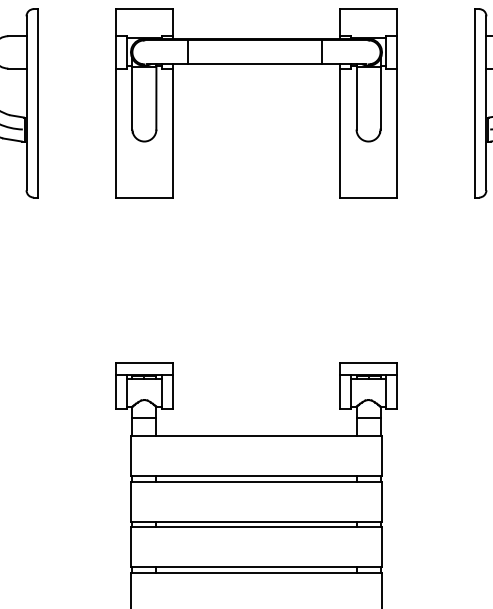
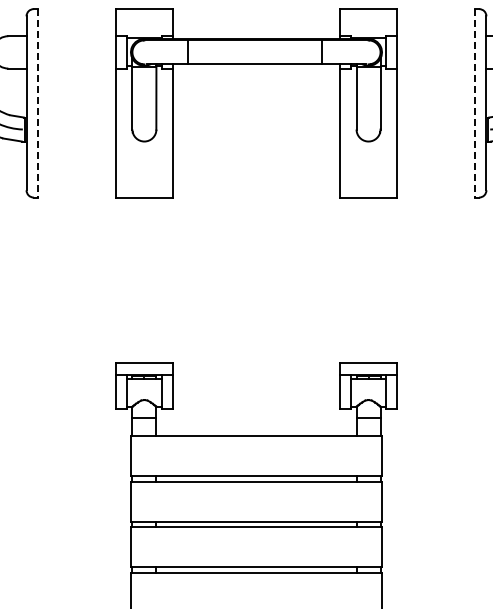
line at (38, 103): solid -> dashed
line at (474, 103): solid -> dashed
